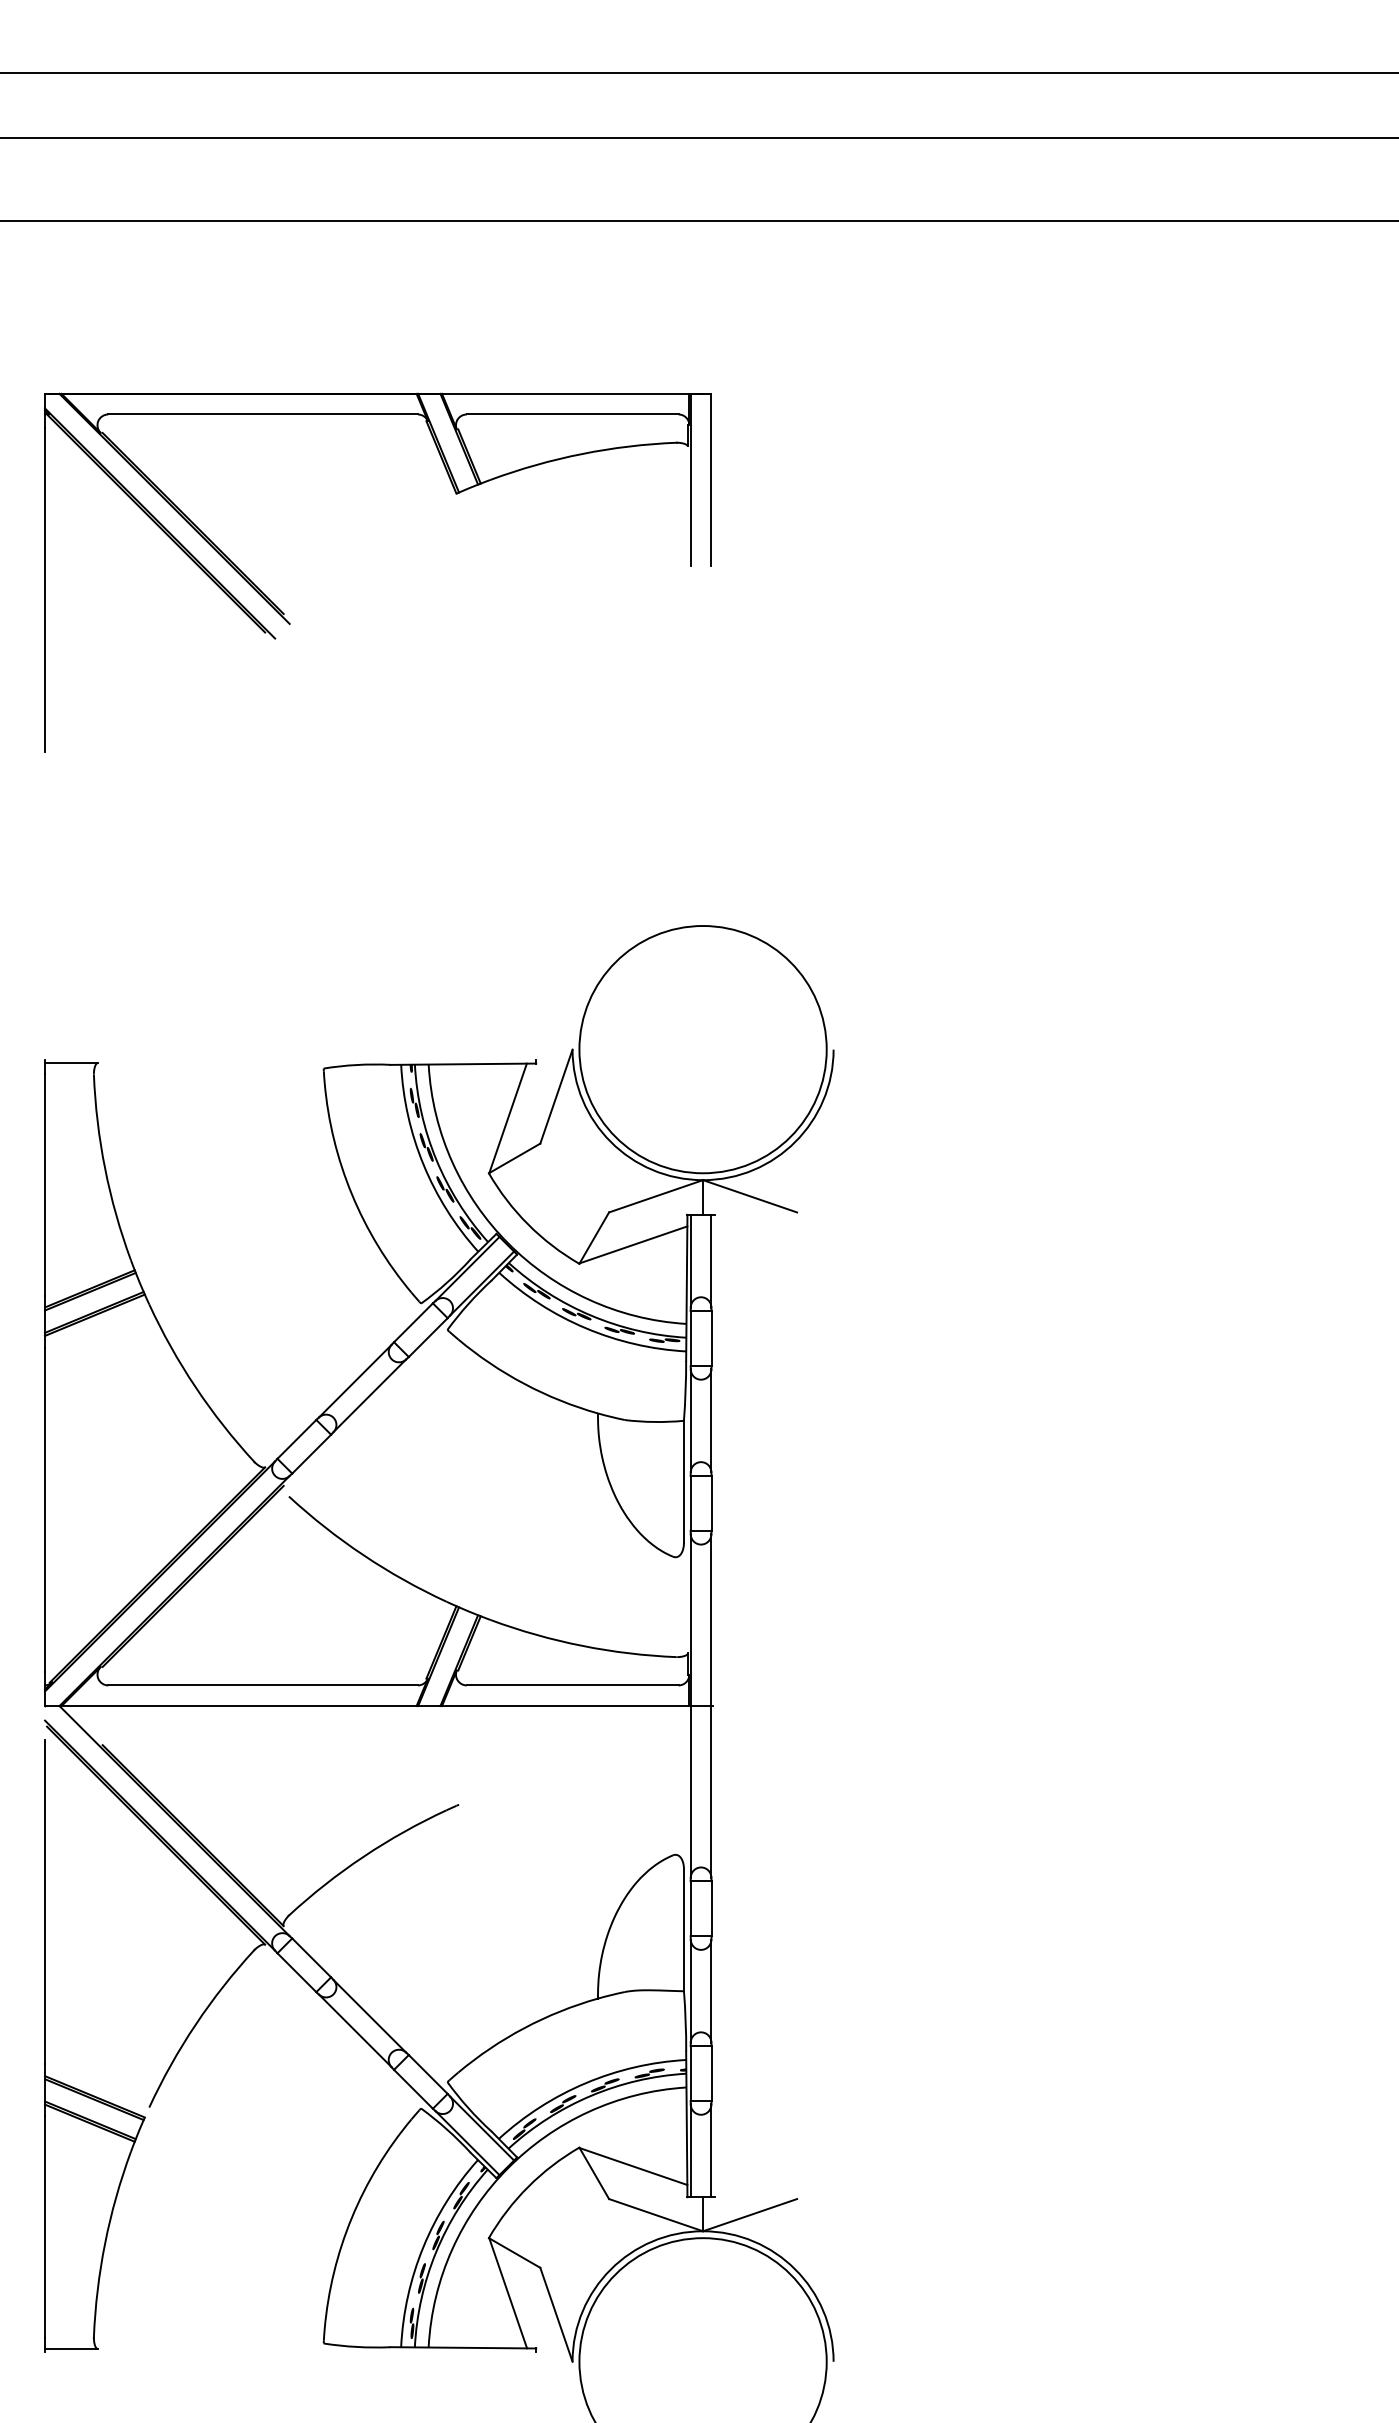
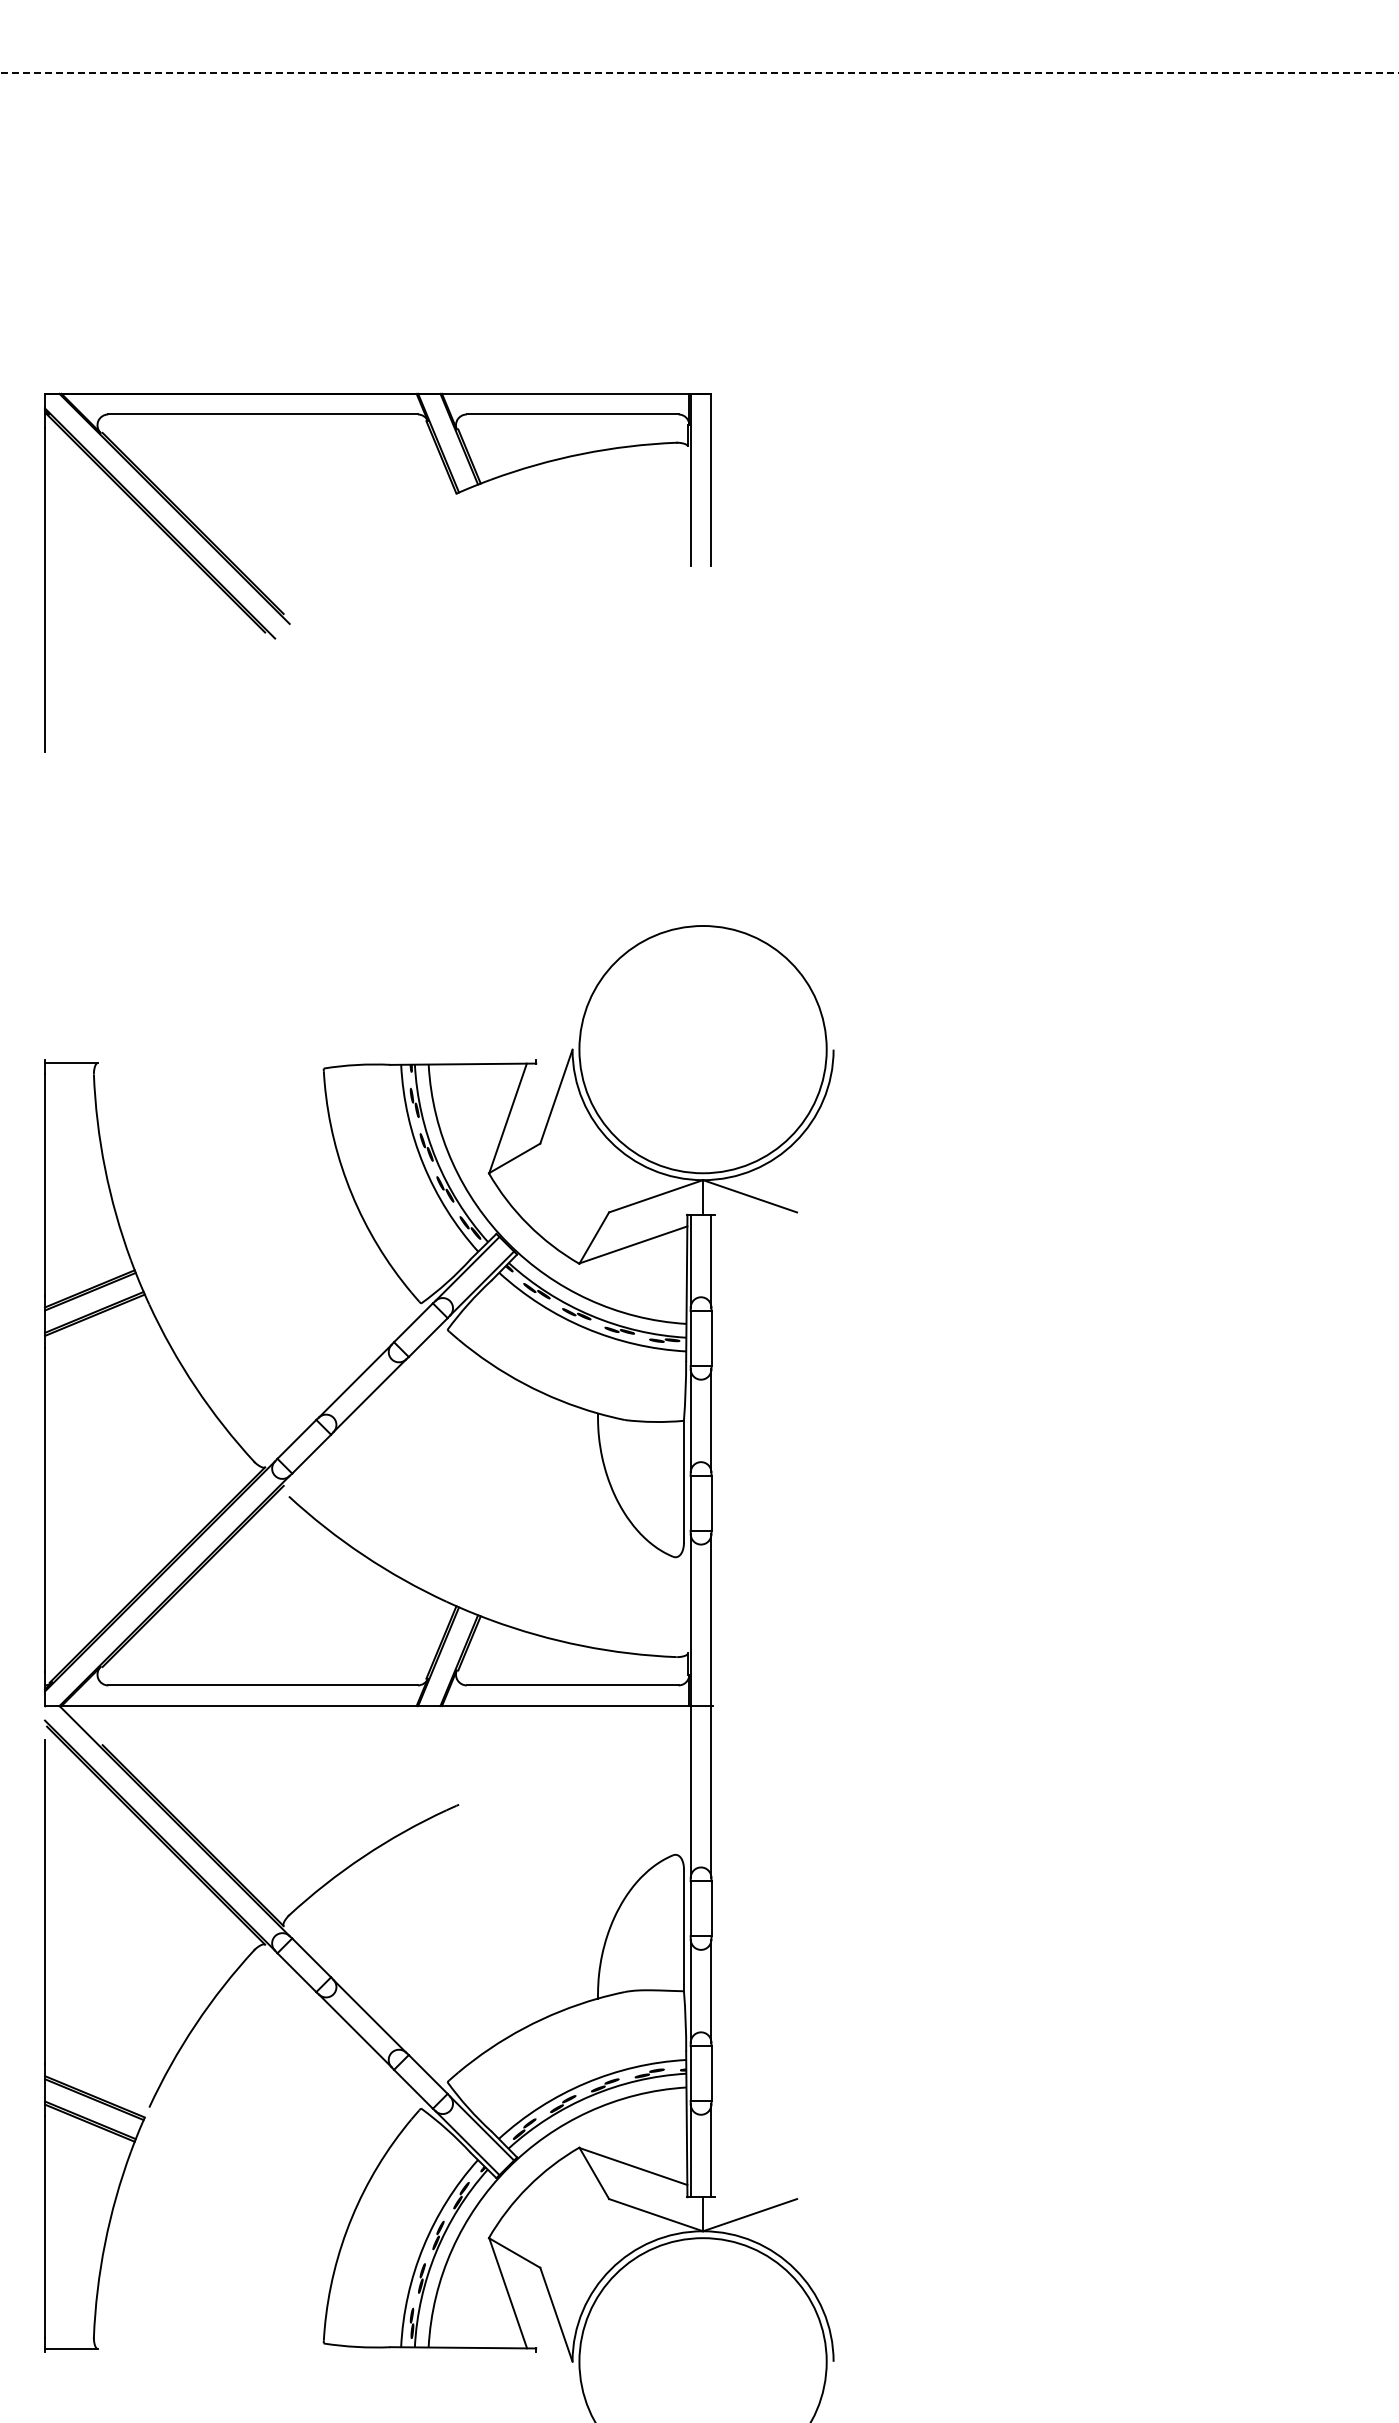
line at (699, 72): solid -> dashed
line at (698, 138): present -> none
line at (698, 220): present -> none
